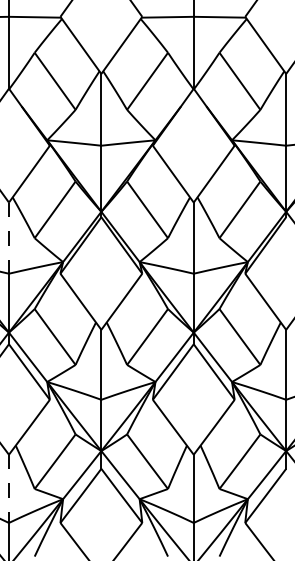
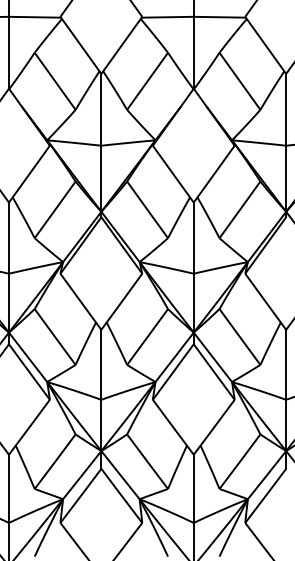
line at (8, 238): dashed -> solid
line at (8, 489): dashed -> solid
